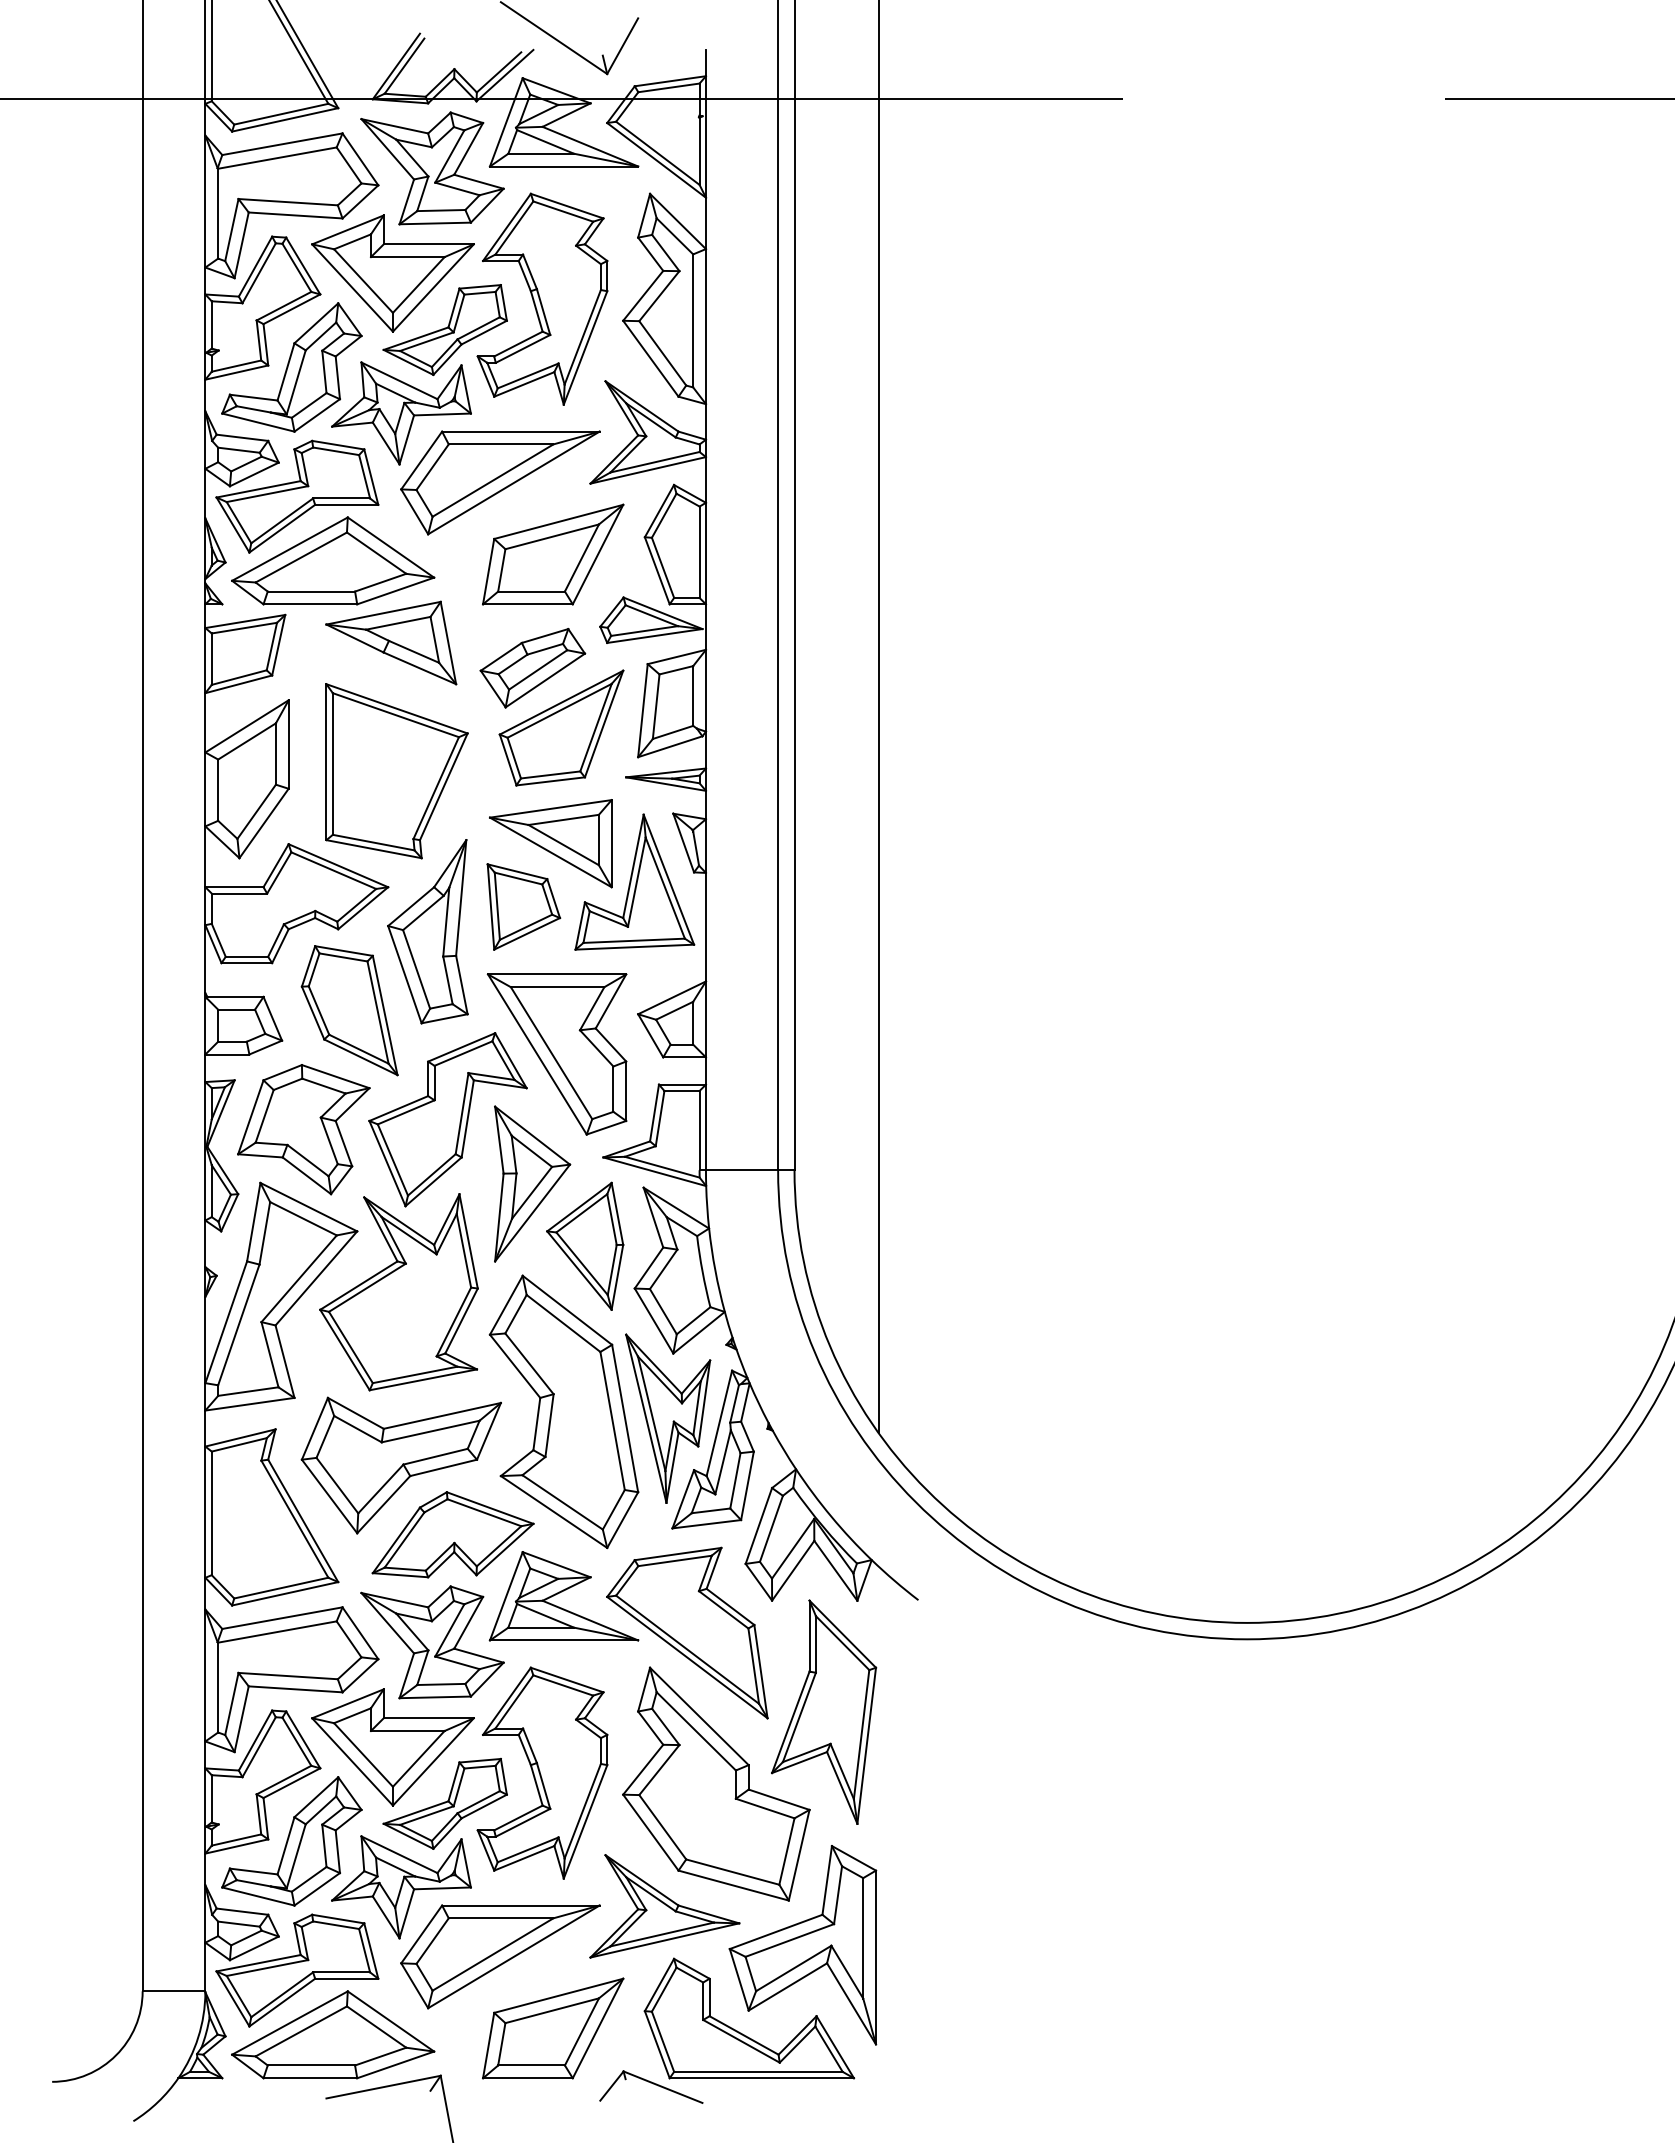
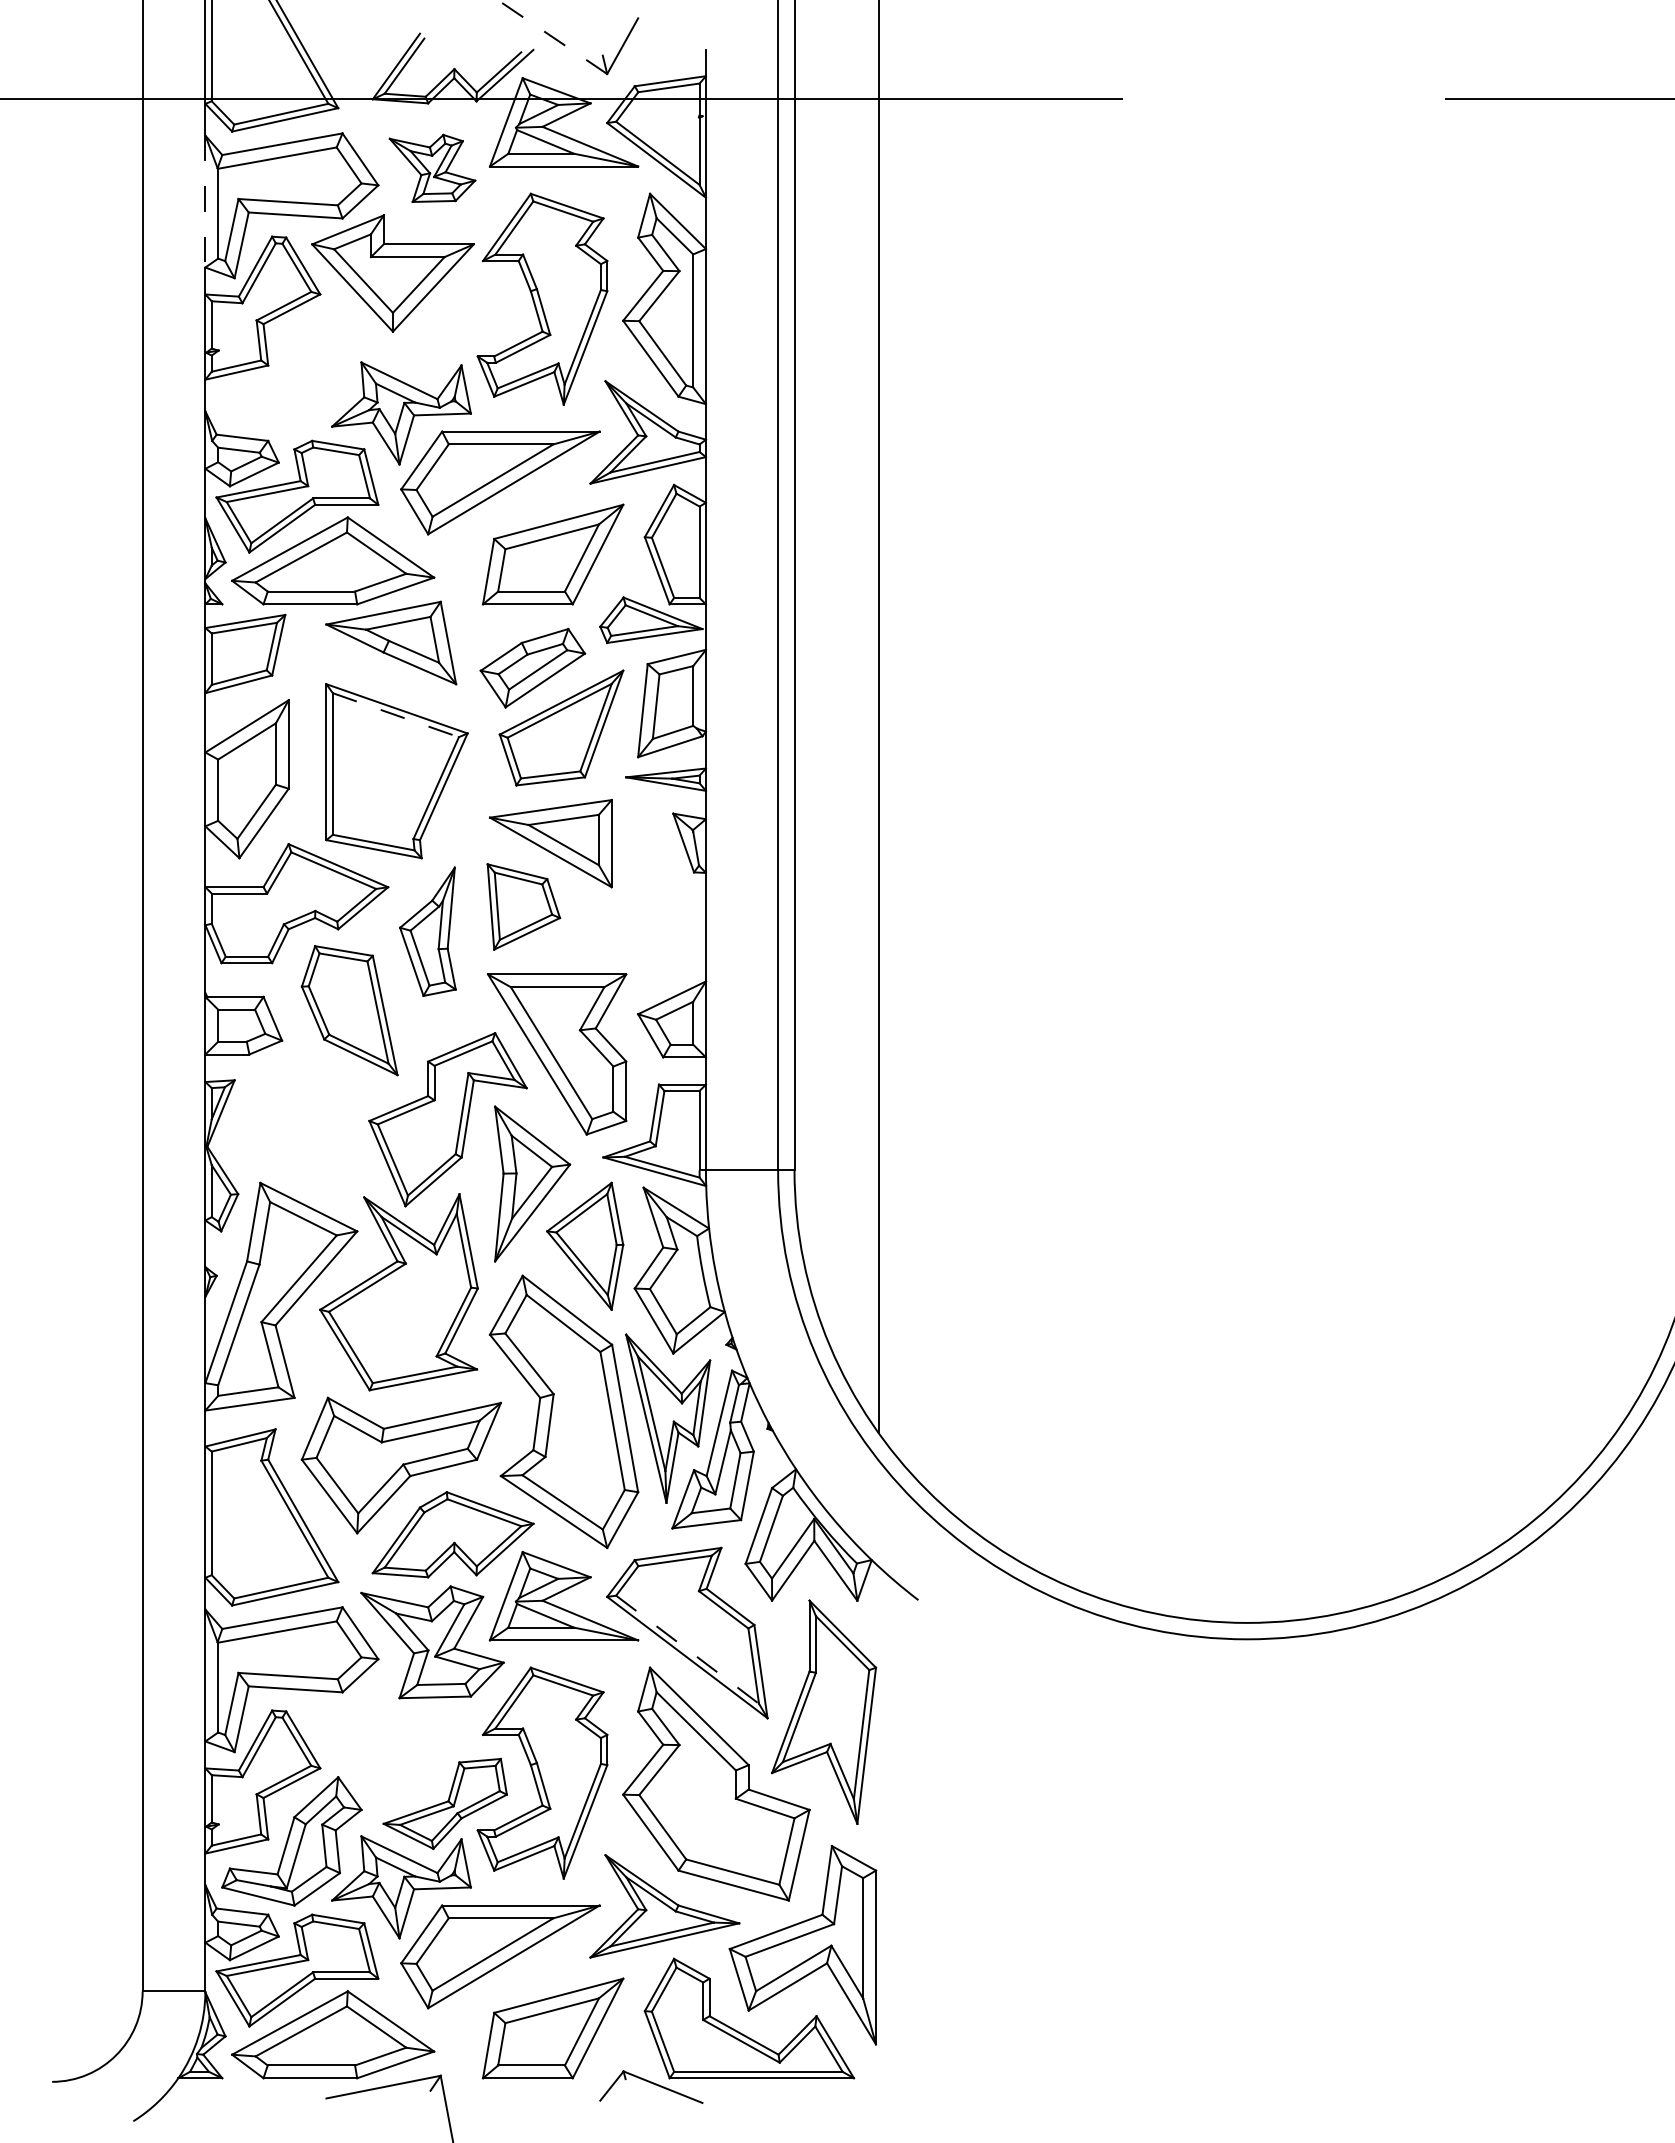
line at (553, 37): solid -> dashed
part at (432, 168) size: 145x115 px -> 89x70 px
line at (205, 201): solid -> dashed
part at (444, 329): present -> none
part at (291, 367): present -> none
line at (395, 715): solid -> dashed
part at (634, 881): present -> none
part at (427, 931) size: 82x186 px -> 58x131 px
part at (303, 1129): present -> none
line at (687, 1649): solid -> dashed
part at (392, 1747): present -> none
